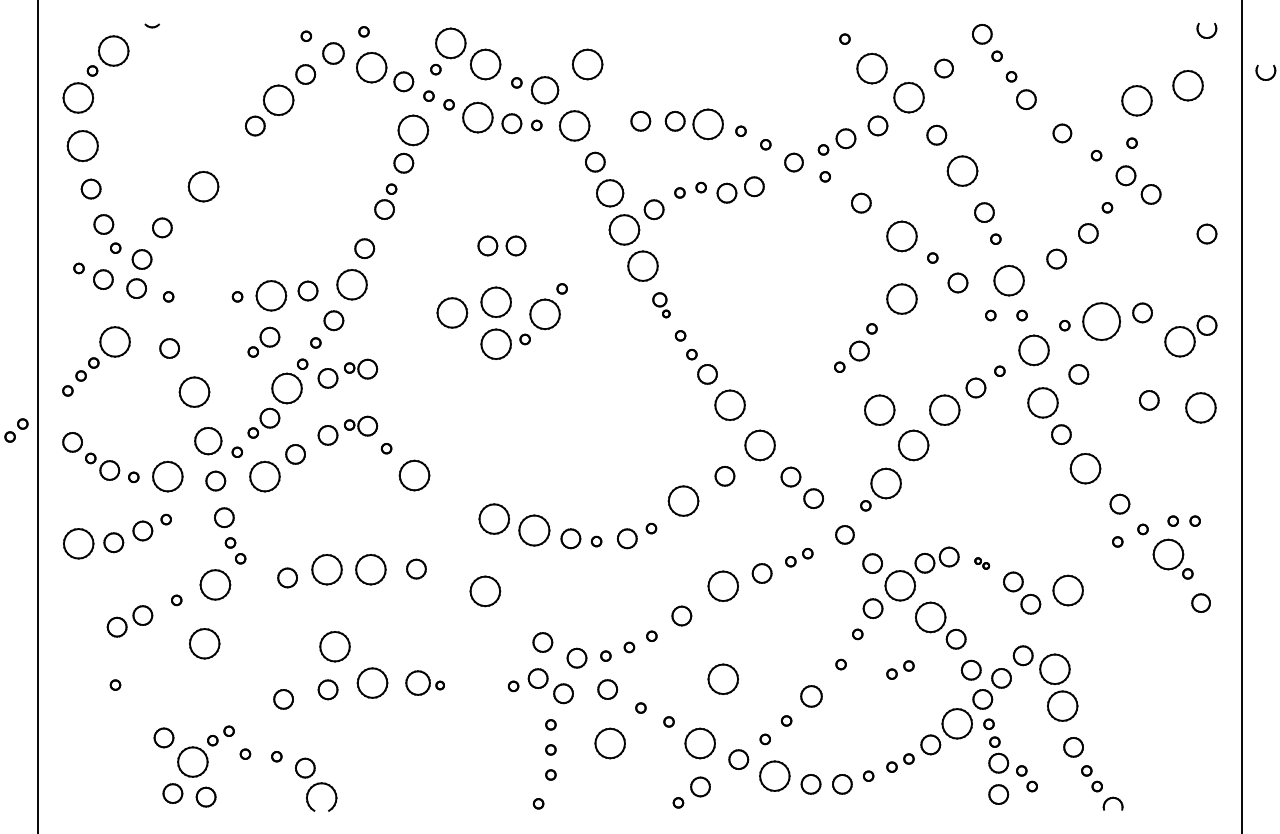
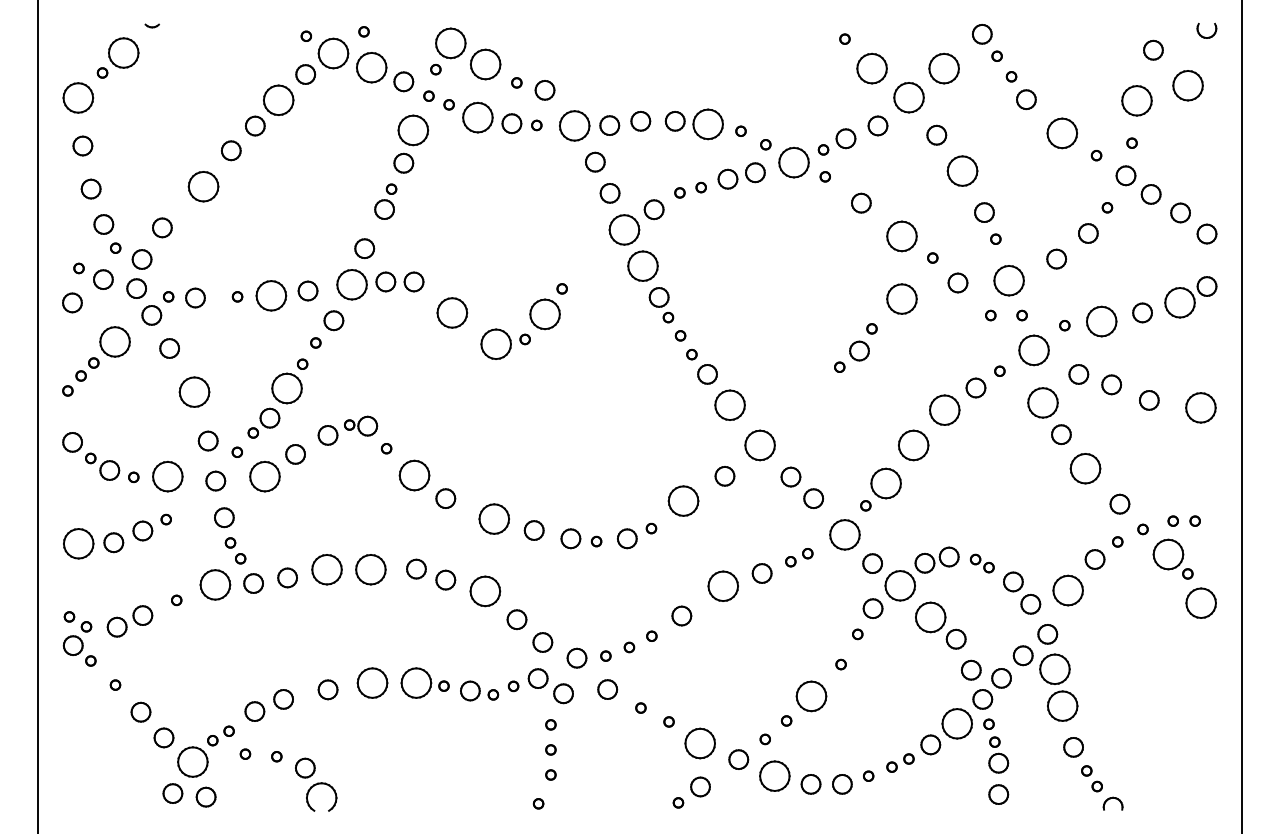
part at (1153, 49): none -> present
part at (333, 53) size: 23x23 px -> 33x33 px
part at (107, 55) position: (107, 55) -> (117, 57)
part at (587, 64): present -> none
part at (943, 68) size: 20x21 px -> 32x33 px
part at (1264, 78): present -> none
part at (544, 90) size: 30x29 px -> 22x21 px
part at (609, 125): none -> present
part at (1062, 133) size: 21x21 px -> 33x33 px
part at (82, 146) size: 33x33 px -> 22x22 px
part at (231, 150): none -> present
part at (793, 162) size: 20x21 px -> 32x33 px
part at (740, 189) position: (740, 189) -> (741, 175)
part at (610, 193) size: 29x29 px -> 22x21 px
part at (1180, 212): none -> present
part at (501, 245) position: (501, 245) -> (399, 281)
part at (195, 297): none -> present
part at (495, 301): present -> none
part at (72, 302): none -> present
part at (661, 305) size: 19x27 px -> 27x37 px
part at (151, 315): none -> present
part at (1101, 321) size: 40x39 px -> 32x33 px
part at (1190, 336) position: (1190, 336) -> (1190, 297)
part at (263, 341): present -> none
part at (347, 373): present -> none
part at (1111, 384): none -> present
part at (879, 409): present -> none
part at (16, 430): present -> none
part at (208, 441) size: 29x29 px -> 22x22 px
part at (445, 498): none -> present
part at (534, 530) size: 33x33 px -> 22x21 px
part at (844, 534) size: 20x20 px -> 32x32 px
part at (1094, 559): none -> present
part at (982, 563) size: 17x13 px -> 26x21 px
part at (445, 579): none -> present
part at (253, 583): none -> present
part at (1200, 602) size: 20x20 px -> 32x32 px
part at (516, 619): none -> present
part at (1047, 634): none -> present
part at (79, 638): none -> present
part at (204, 643): present -> none
part at (334, 646): present -> none
part at (900, 669): present -> none
part at (722, 678): present -> none
part at (424, 682) size: 40x26 px -> 50x32 px
part at (479, 690): none -> present
part at (811, 696) size: 23x23 px -> 33x33 px
part at (140, 711): none -> present
part at (254, 711): none -> present
part at (609, 743): present -> none
part at (1026, 778): present -> none
